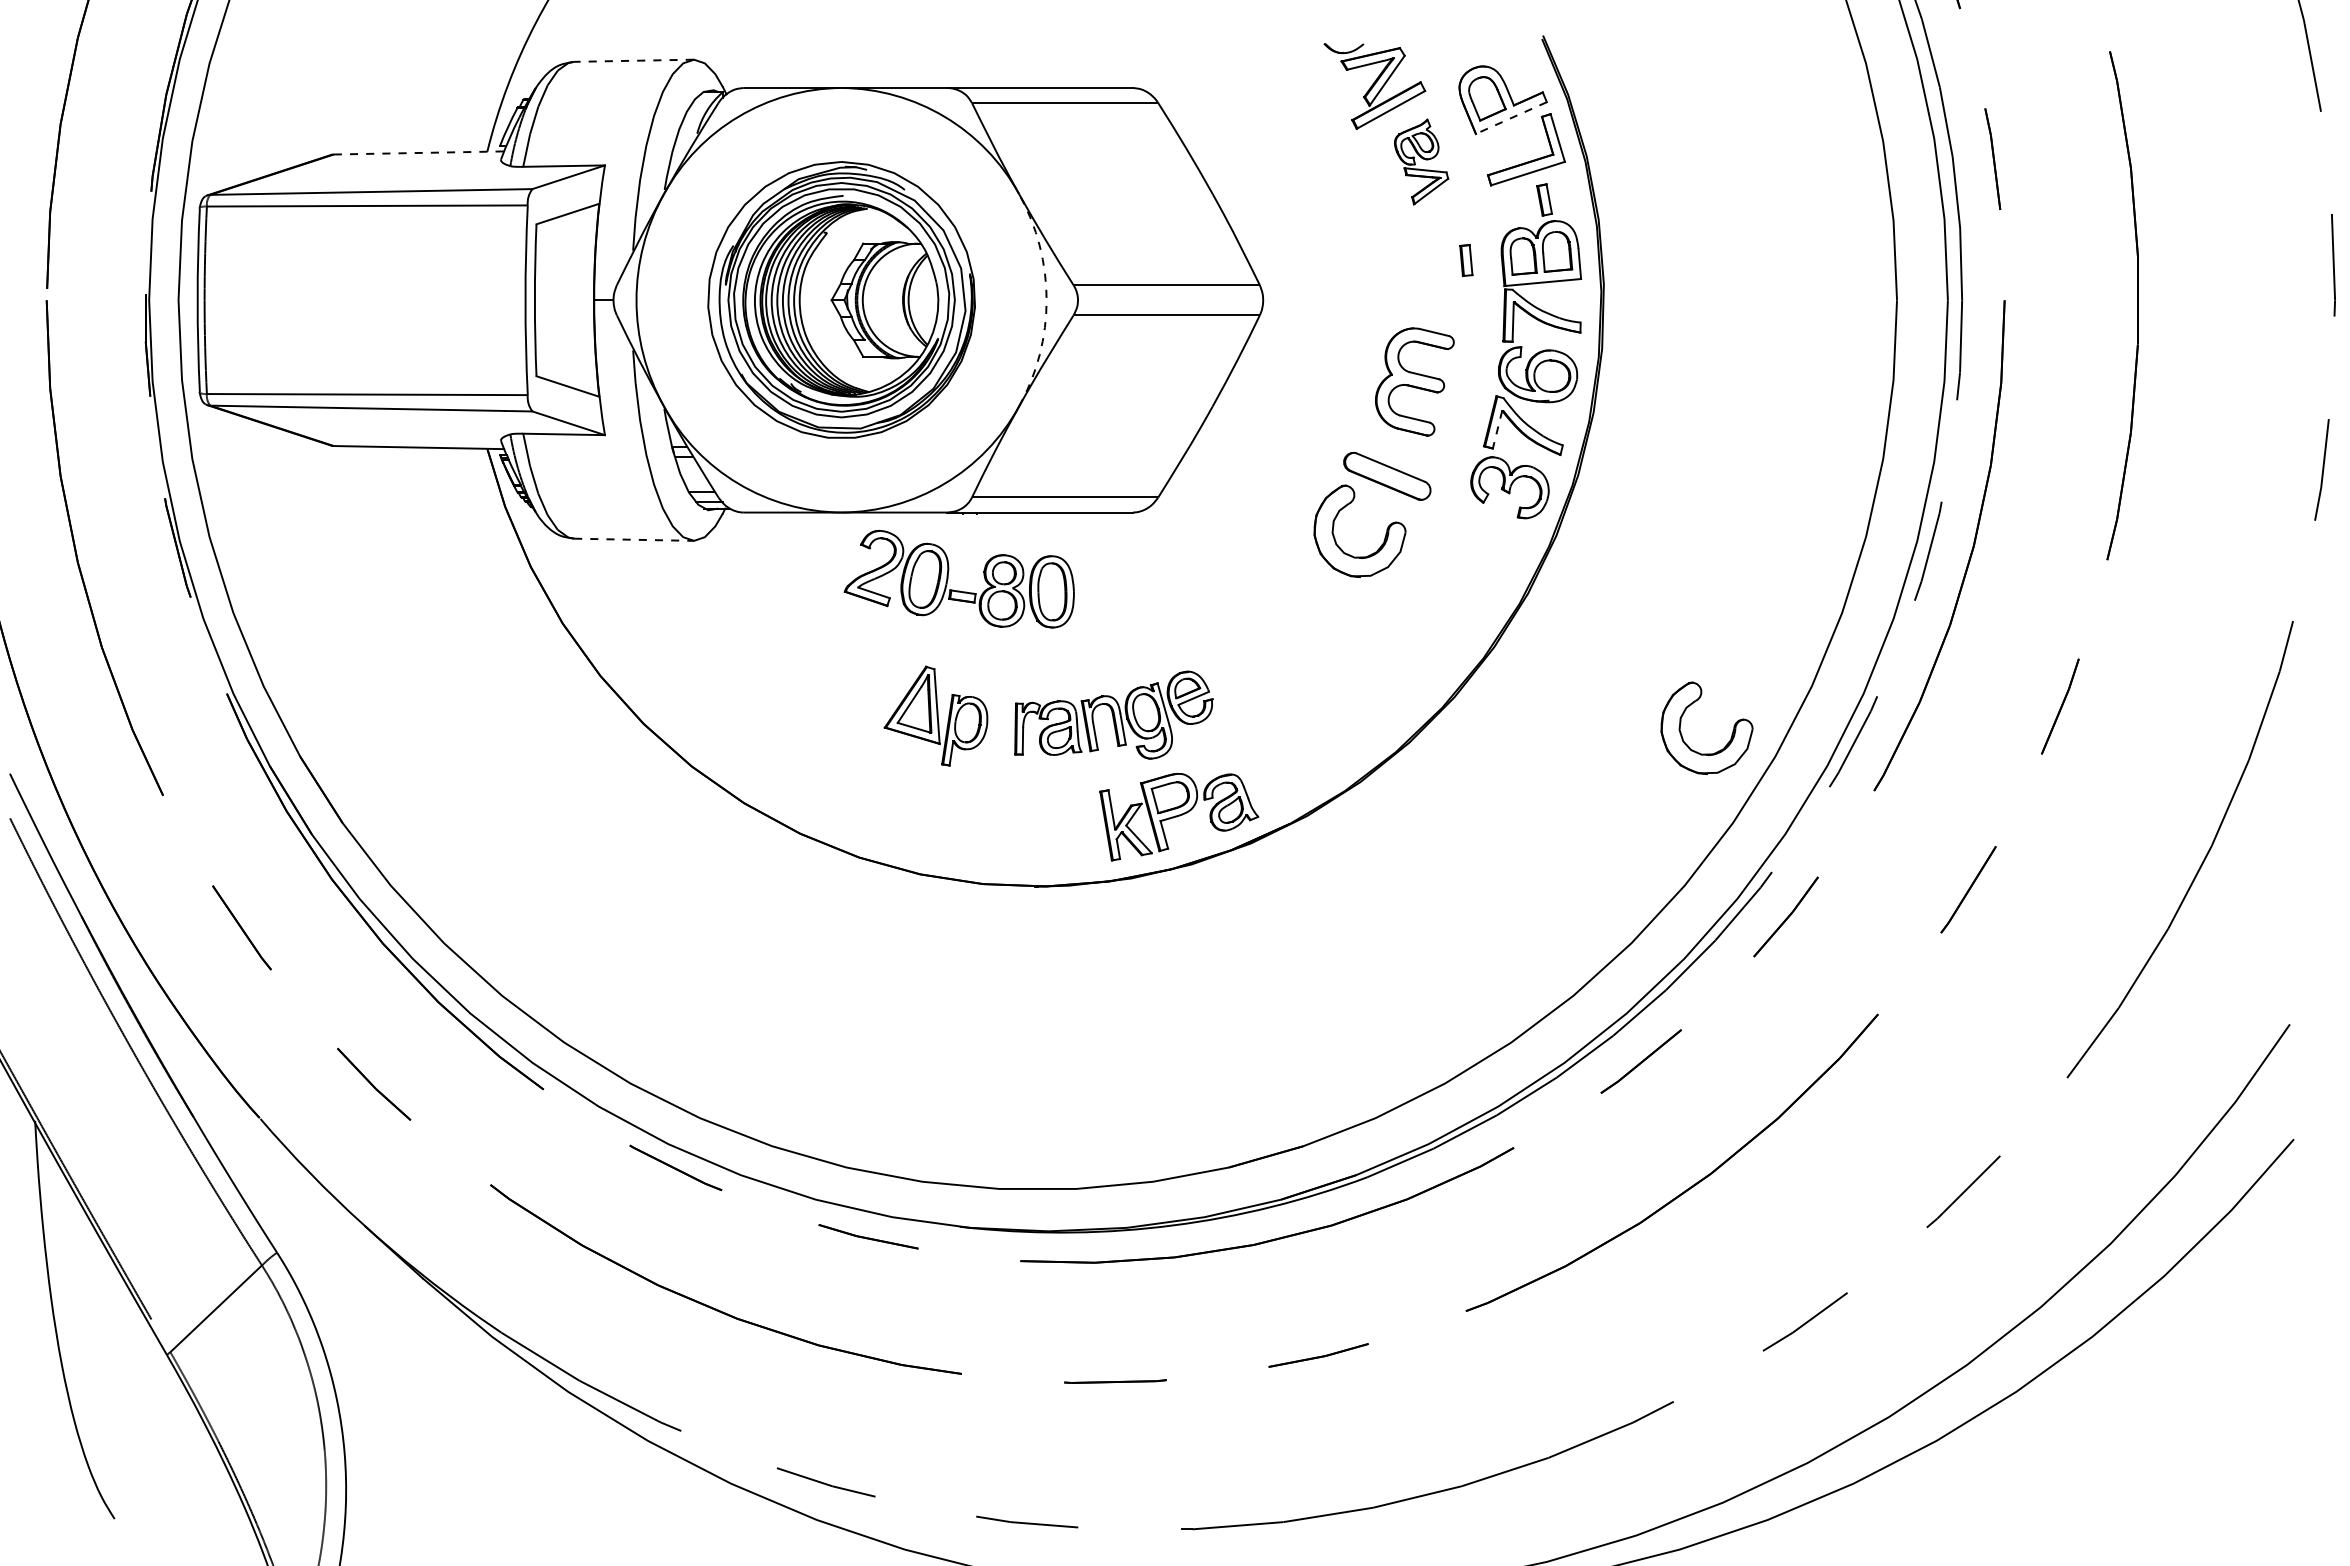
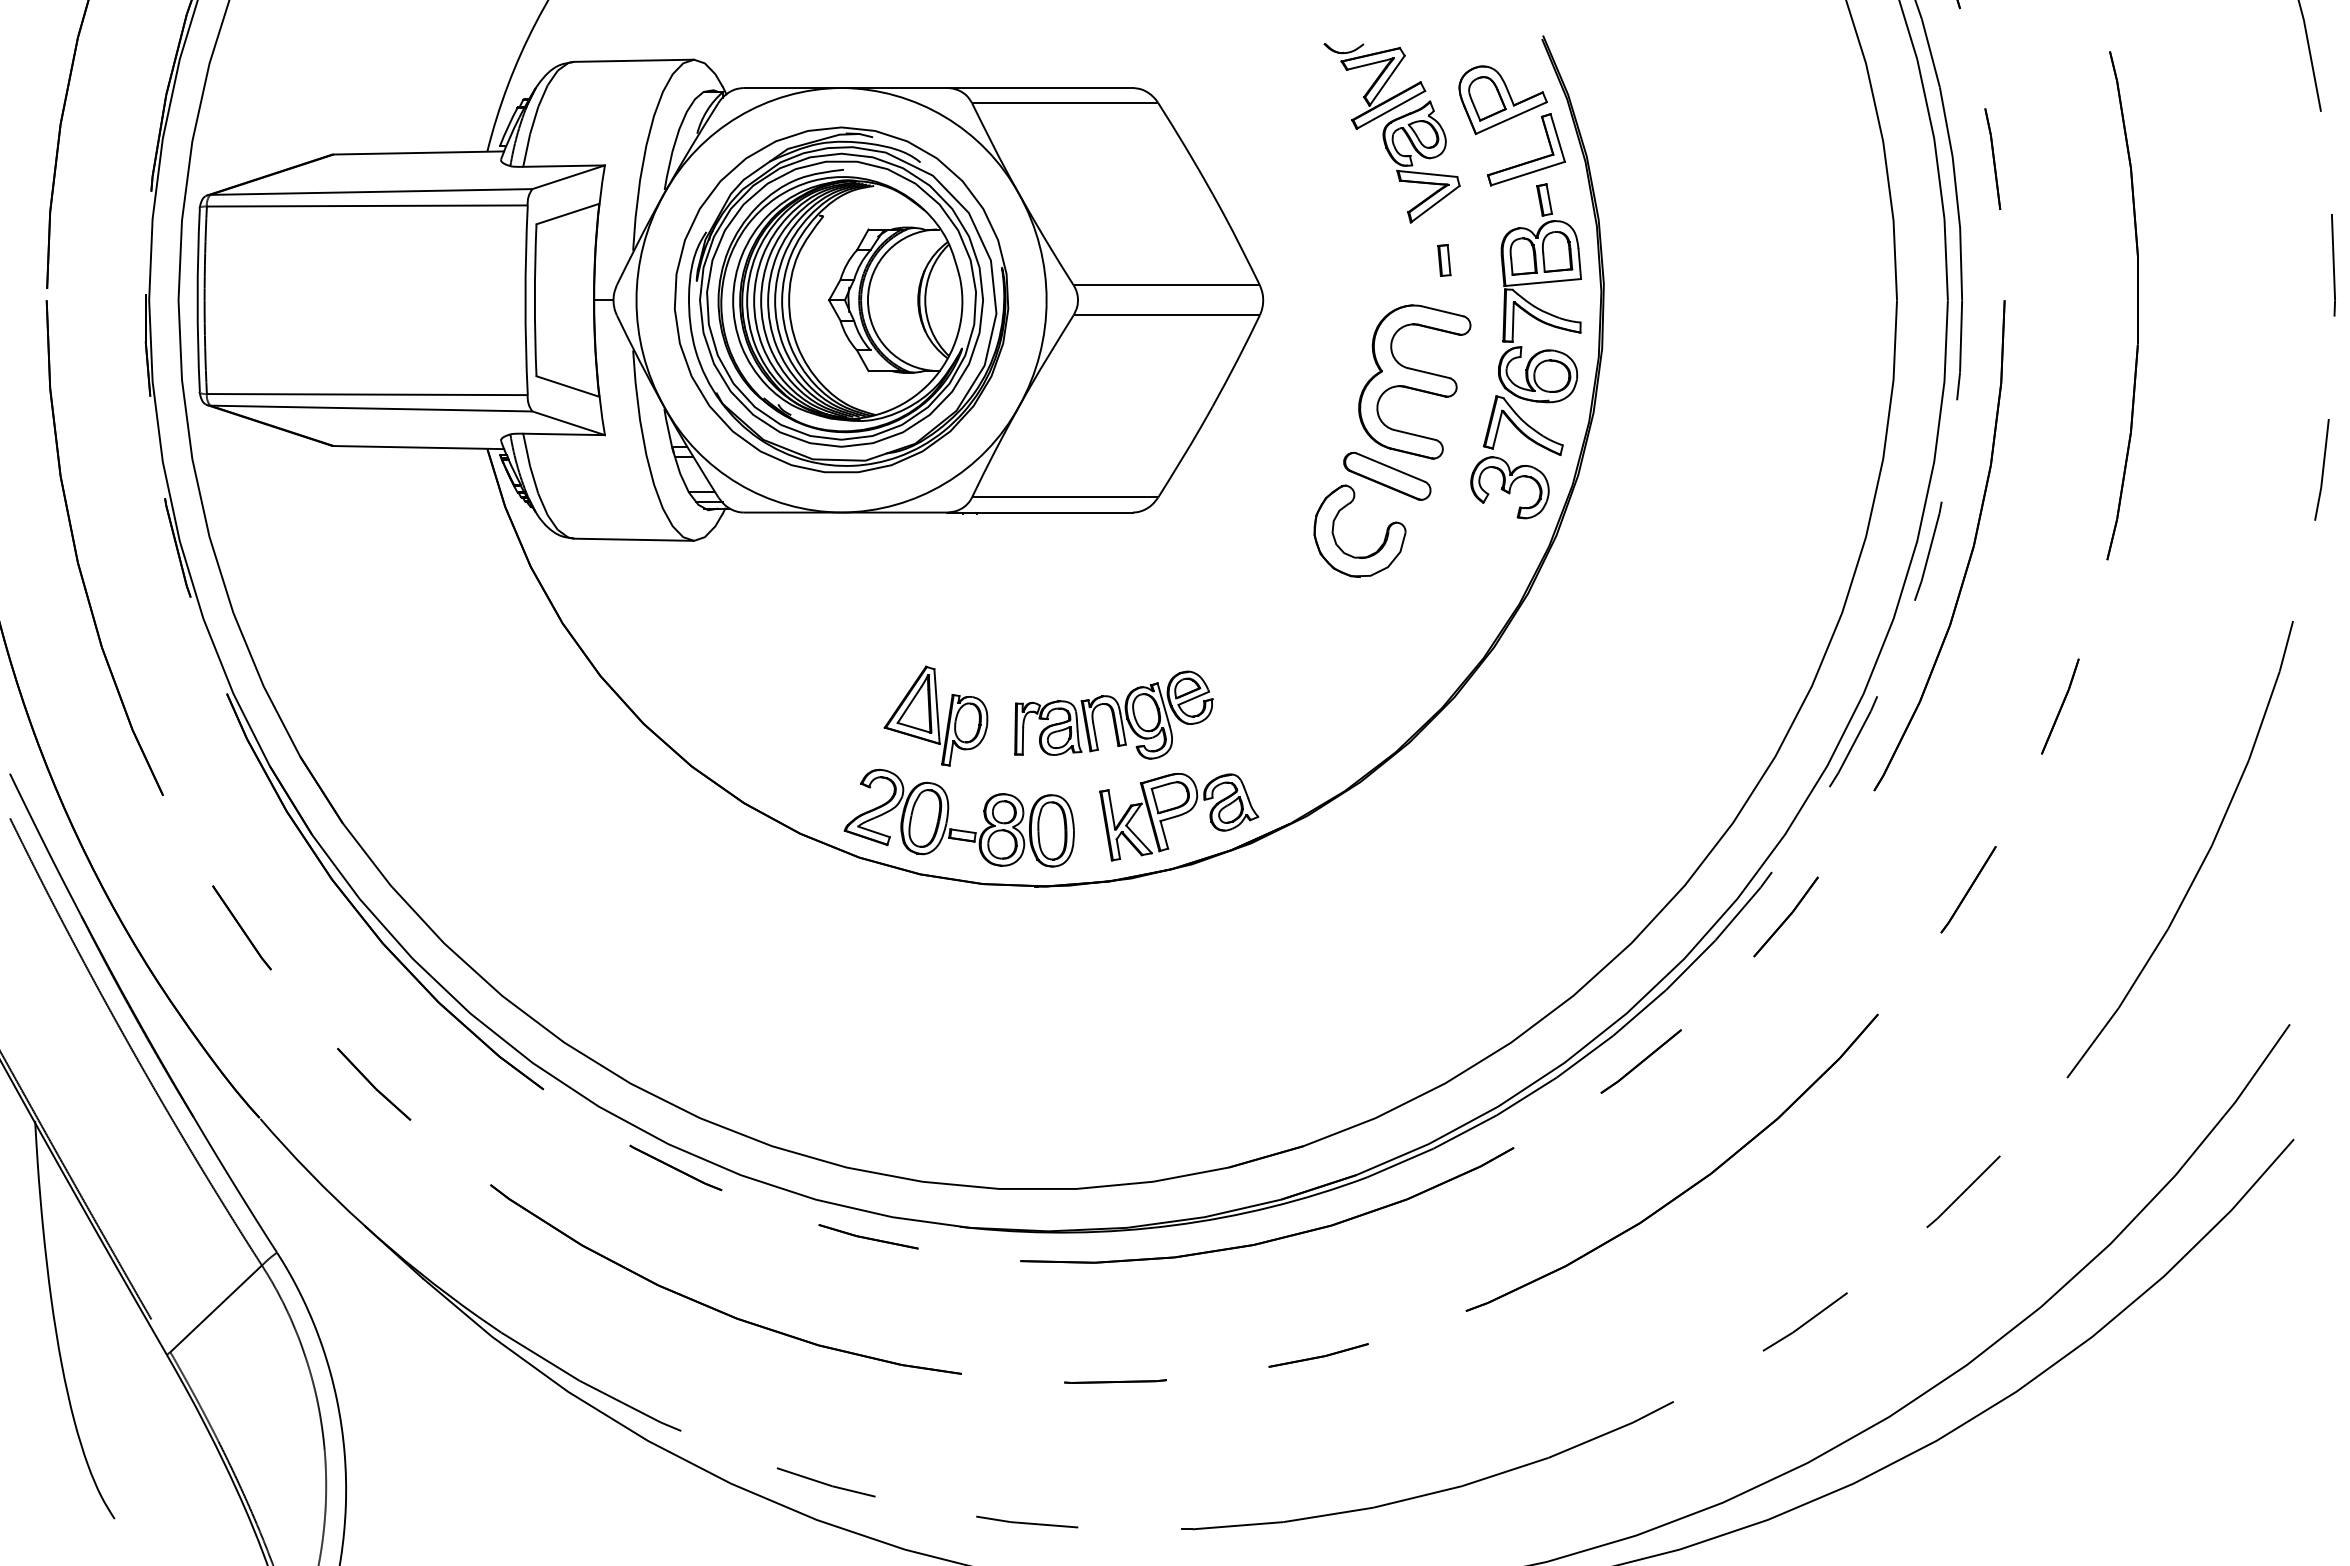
line at (633, 60): dashed -> solid
line at (1511, 118): dashed -> solid
line at (419, 152): dashed -> solid
part at (1421, 161) size: 56x88 px -> 79x124 px
part at (1466, 260) position: (1466, 260) -> (1444, 260)
part at (841, 299) size: 269x278 px -> 336x348 px
arc at (1046, 300): dashed -> solid
part at (1414, 381) size: 80x110 px -> 114x156 px
line at (1497, 429): dashed -> solid
line at (633, 539): dashed -> solid
part at (948, 578) position: (948, 578) -> (948, 817)
part at (1682, 735): present -> none
